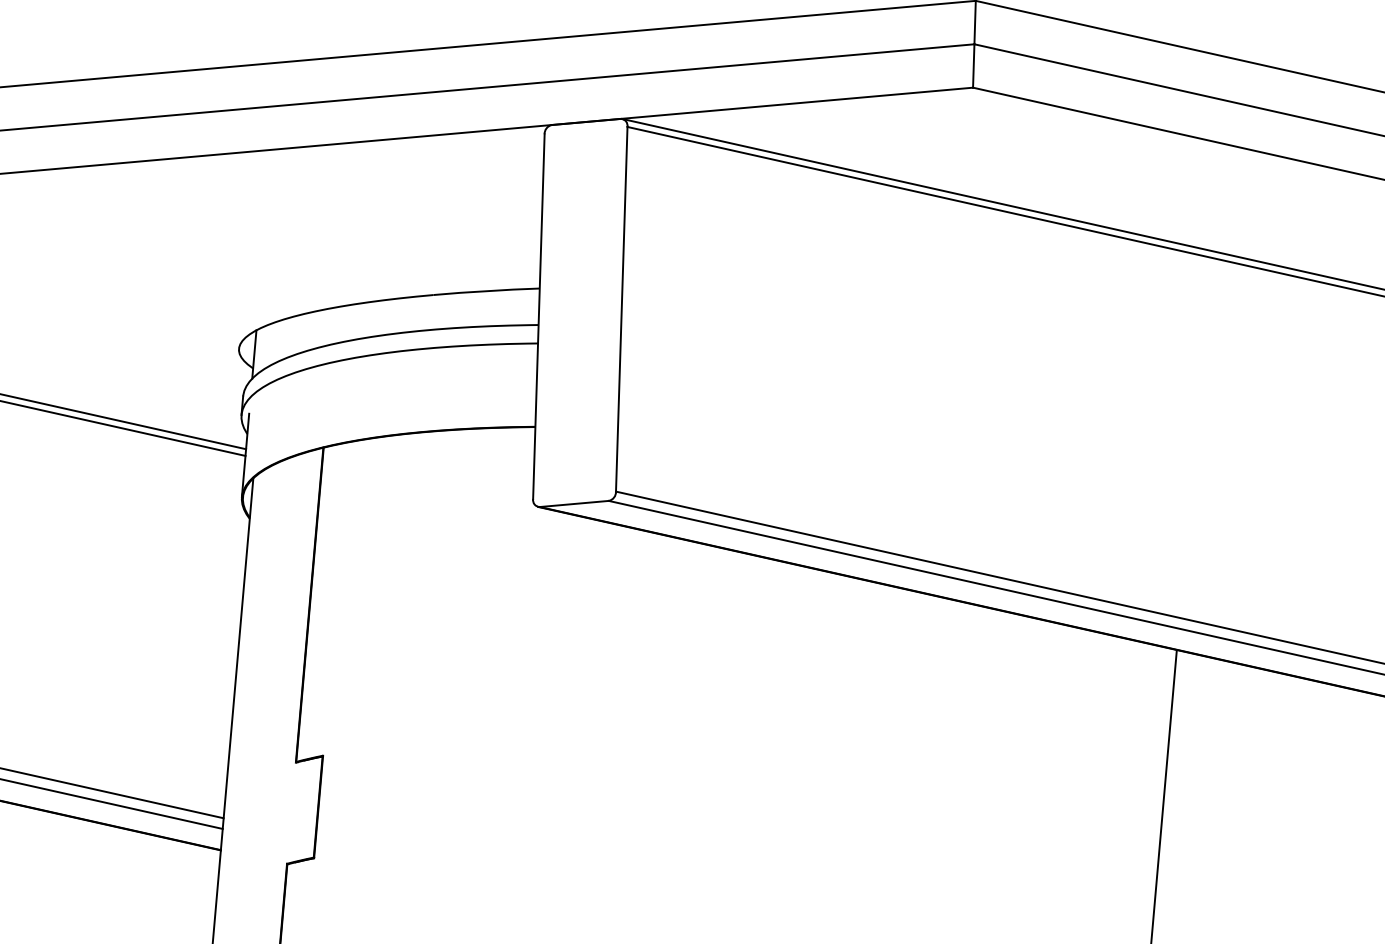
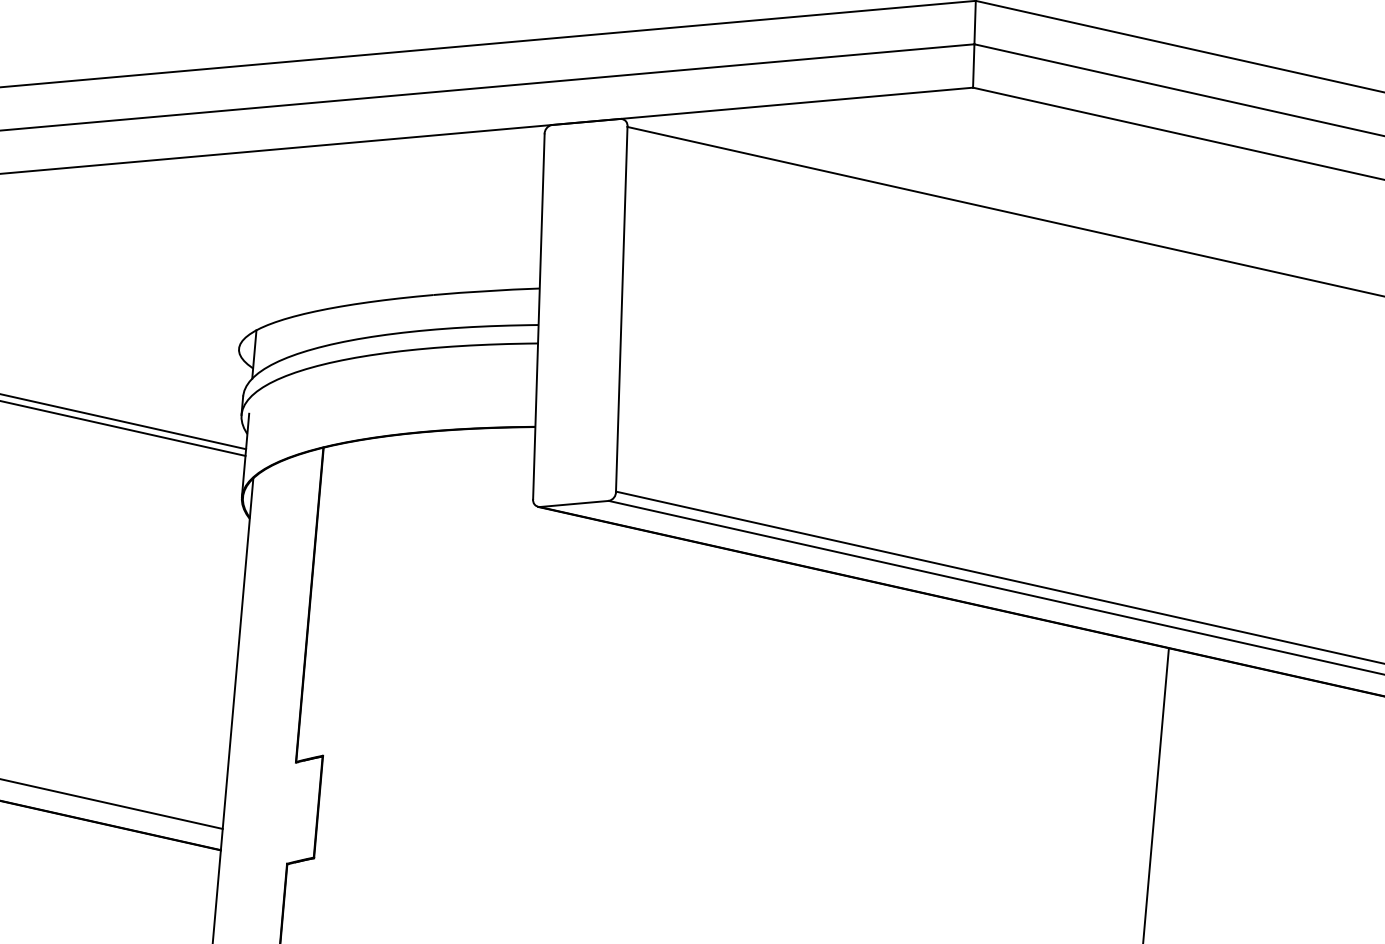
line at (1001, 204): present -> none
line at (112, 793): present -> none
line at (1163, 795) position: (1163, 795) -> (1155, 794)
